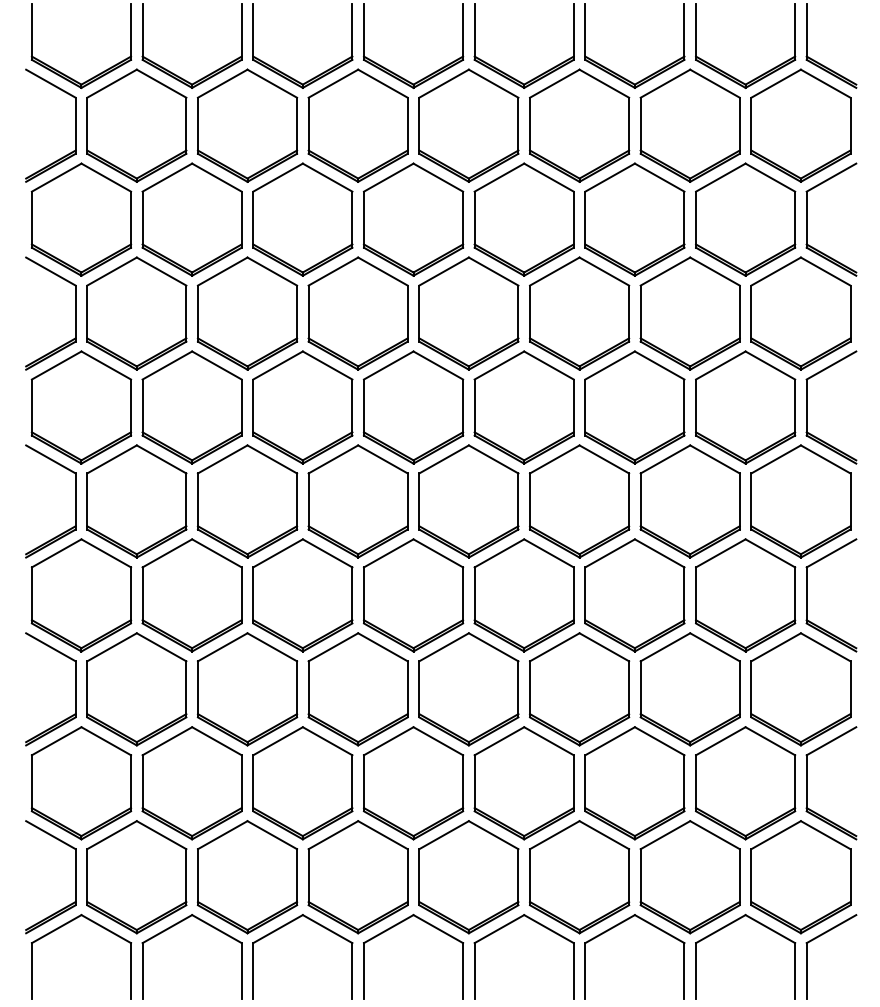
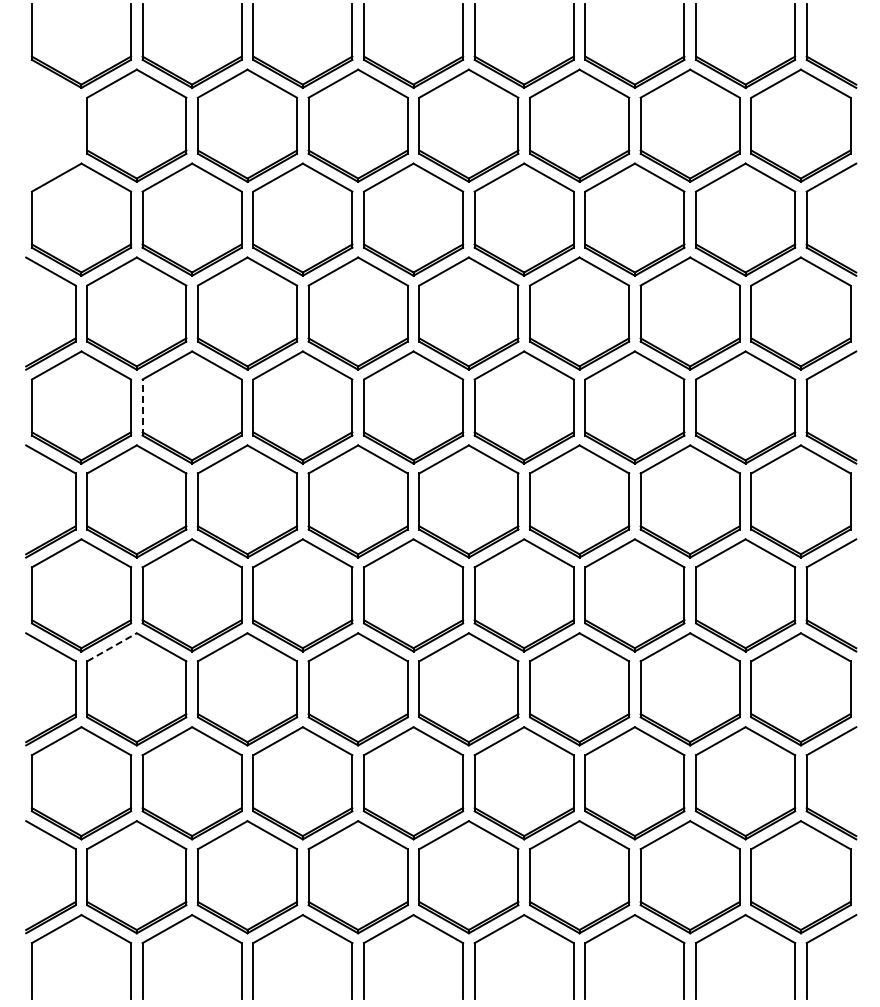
part at (75, 125): present -> none
line at (142, 407): solid -> dashed
line at (112, 647): solid -> dashed
